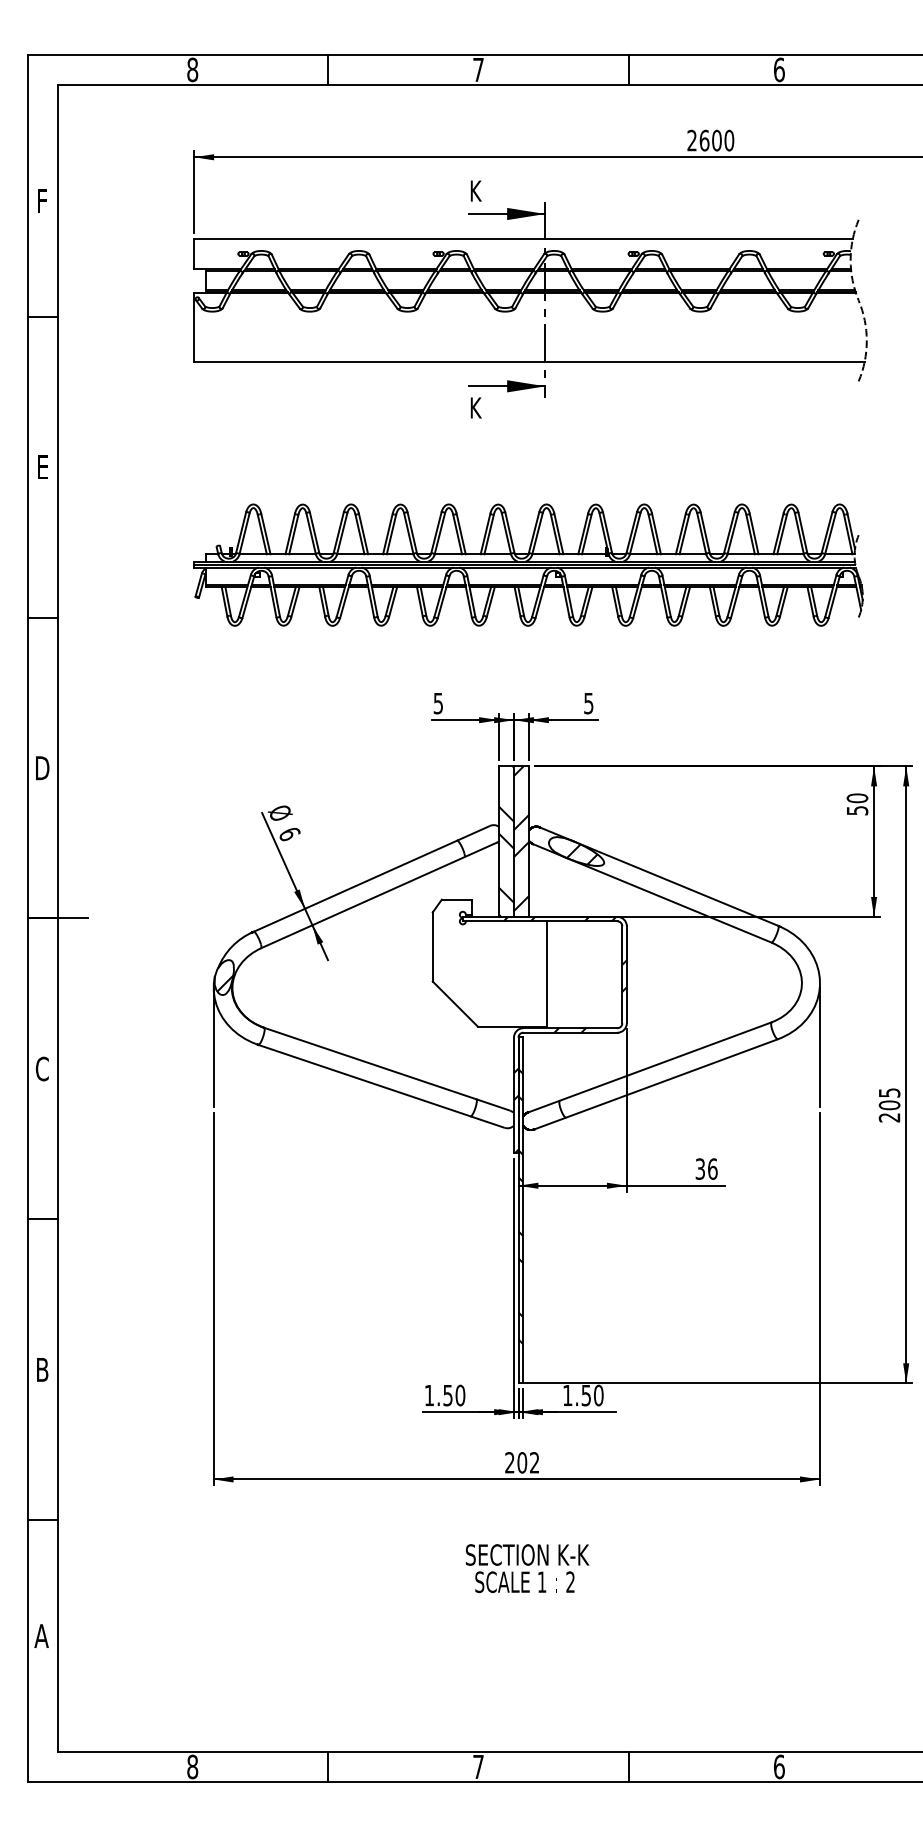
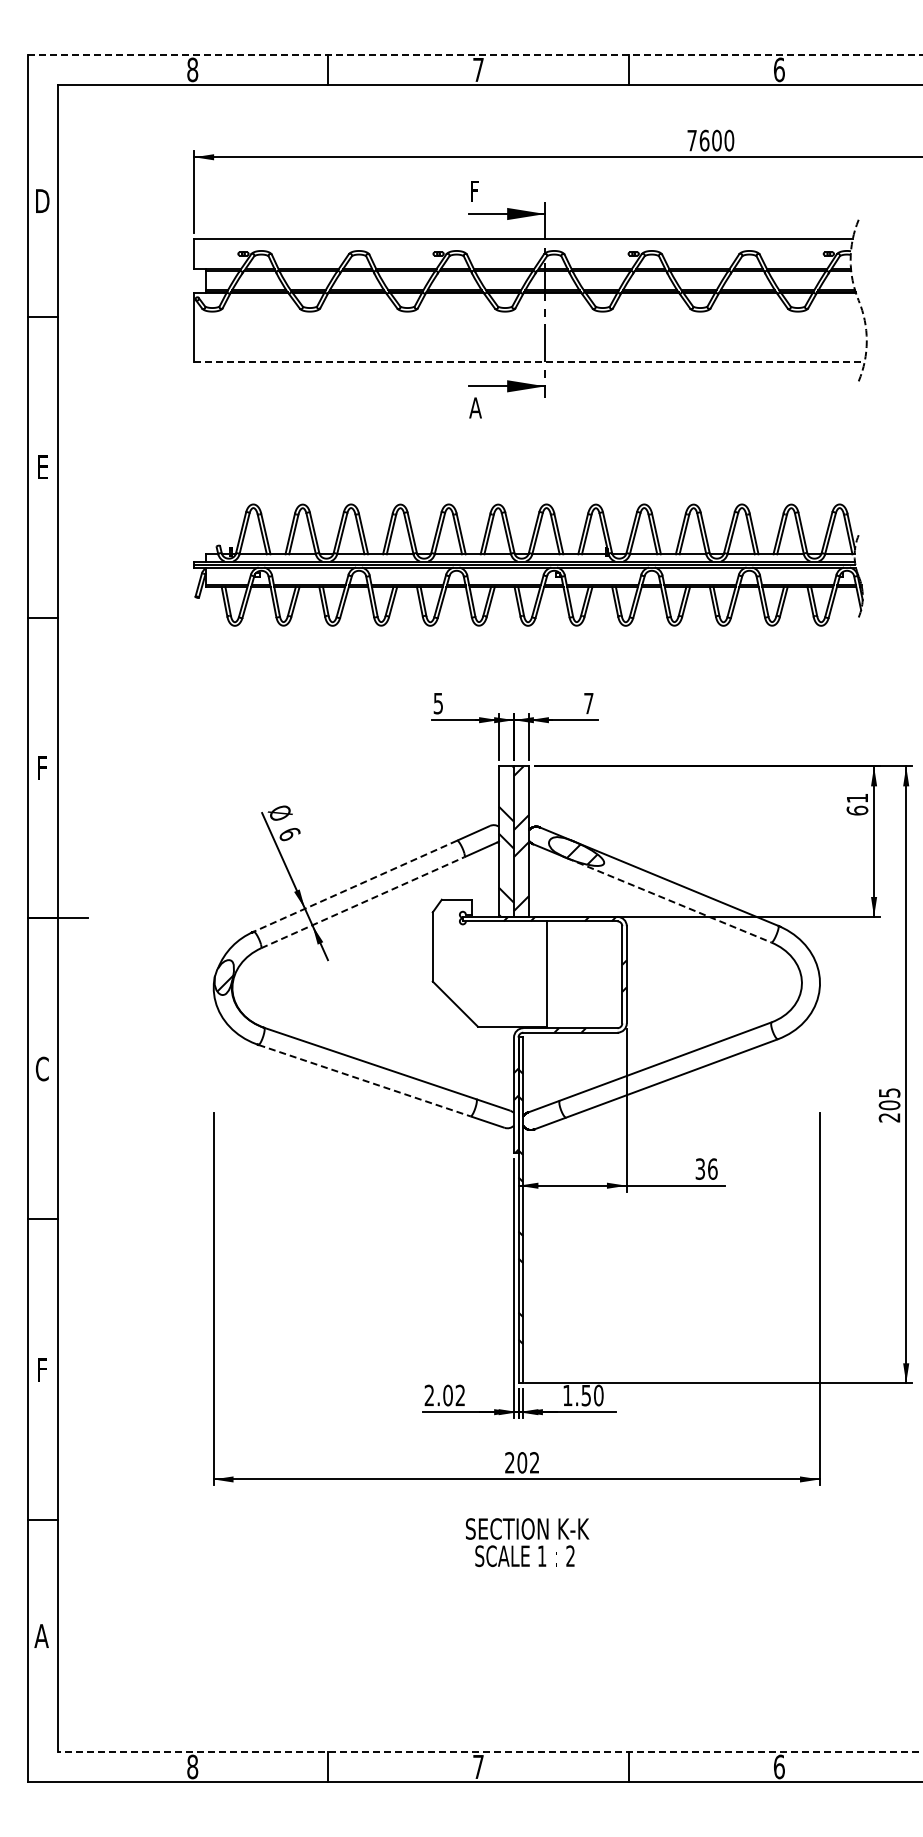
line at (475, 55): solid -> dashed
text at (691, 140): 2600 -> 7600
text at (475, 190): K -> F
text at (42, 200): F -> D
line at (529, 362): solid -> dashed
text at (475, 407): K -> A
text at (588, 703): 5 -> 7
text at (42, 768): D -> F
text at (857, 804): 50 -> 61
line at (355, 886): solid -> dashed
line at (669, 900): solid -> dashed
line at (363, 902): solid -> dashed
line at (213, 1046): present -> none
line at (819, 1046): present -> none
line at (364, 1080): solid -> dashed
text at (42, 1369): B -> F
text at (444, 1395): 1.50 -> 2.02
text at (527, 1568) position: (527, 1568) -> (527, 1542)
line at (489, 1751): solid -> dashed
